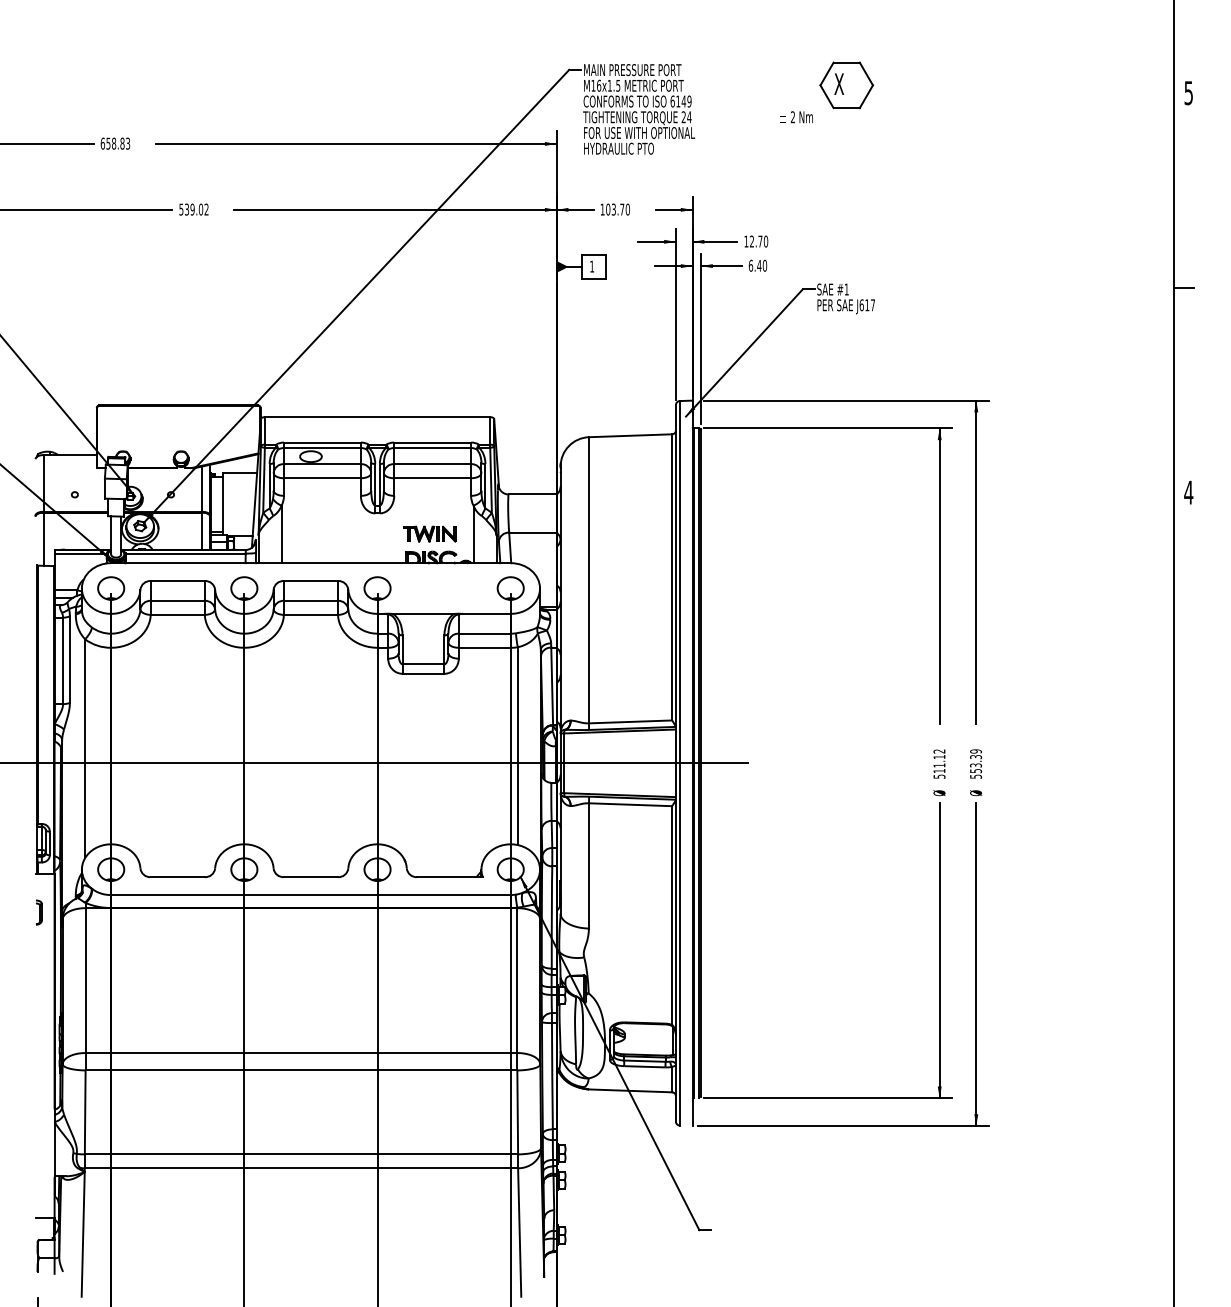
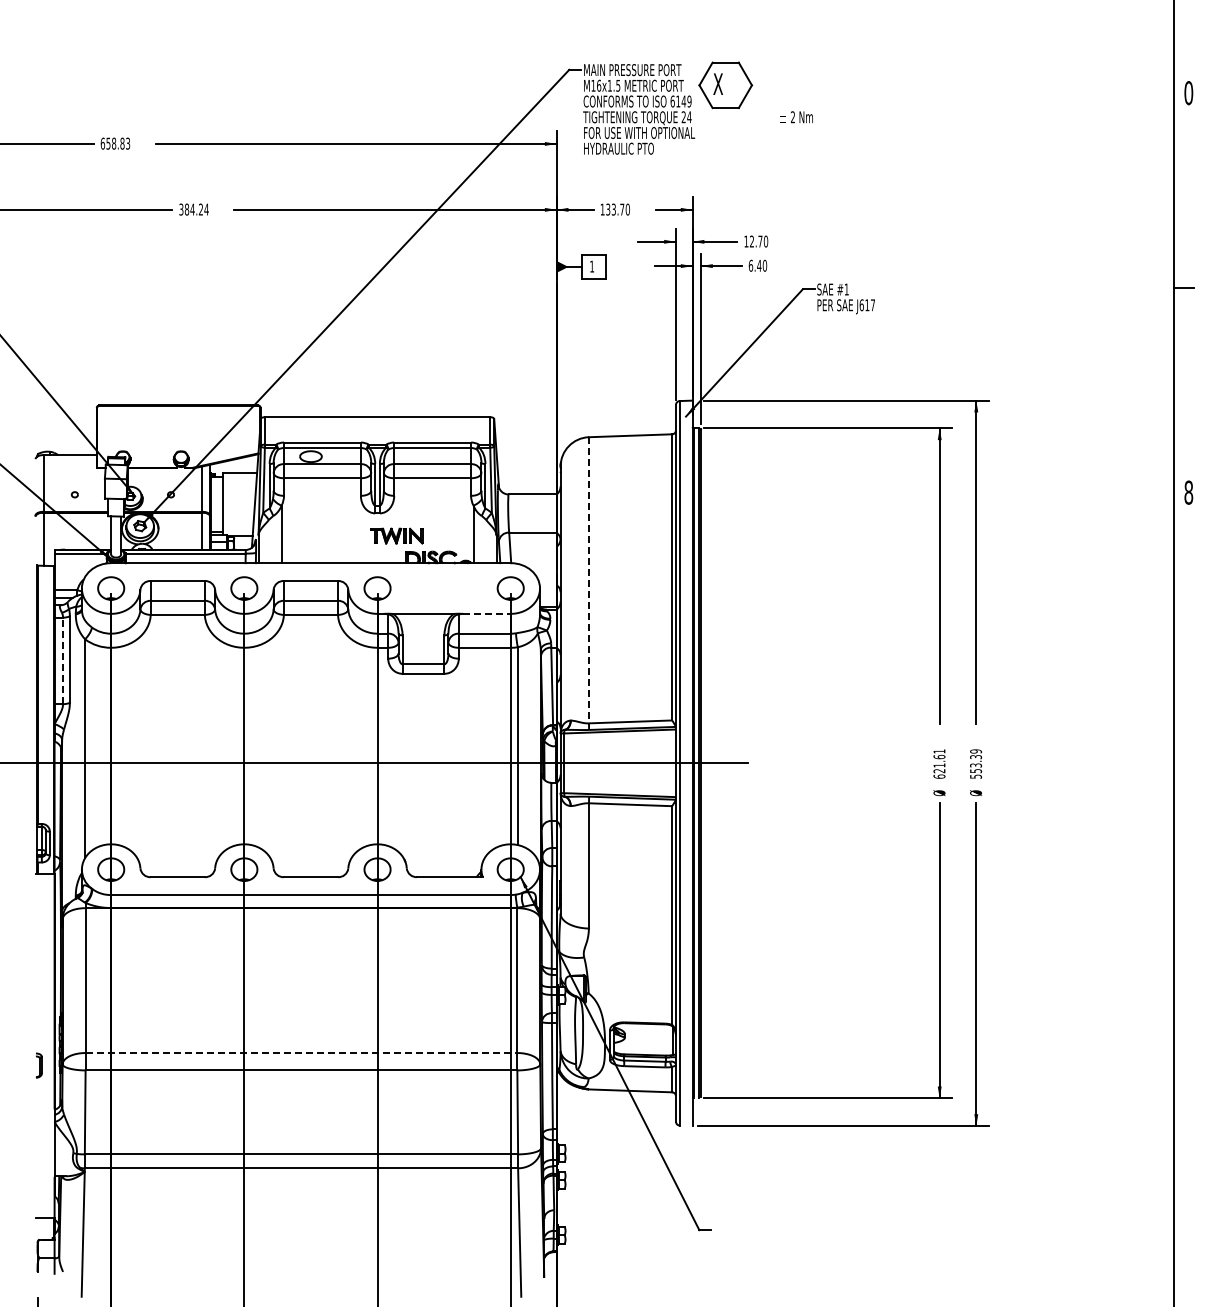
part at (846, 85) position: (846, 85) -> (725, 85)
text at (1188, 93): 5 -> 0
text at (193, 209): 539.02 -> 384.24
text at (608, 209): 103.70 -> 133.70
text at (1188, 492): 4 -> 8
part at (429, 533) position: (429, 533) -> (396, 535)
line at (588, 580): solid -> dashed
line at (487, 613): solid -> dashed
line at (63, 660): solid -> dashed
text at (939, 763): 511.12 -> 621.61
part at (39, 912) position: (39, 912) -> (39, 1065)
line at (301, 1053): solid -> dashed
